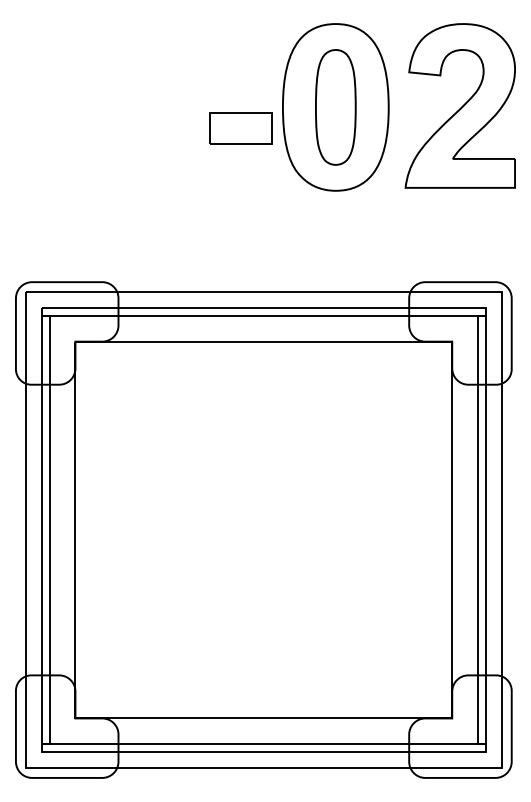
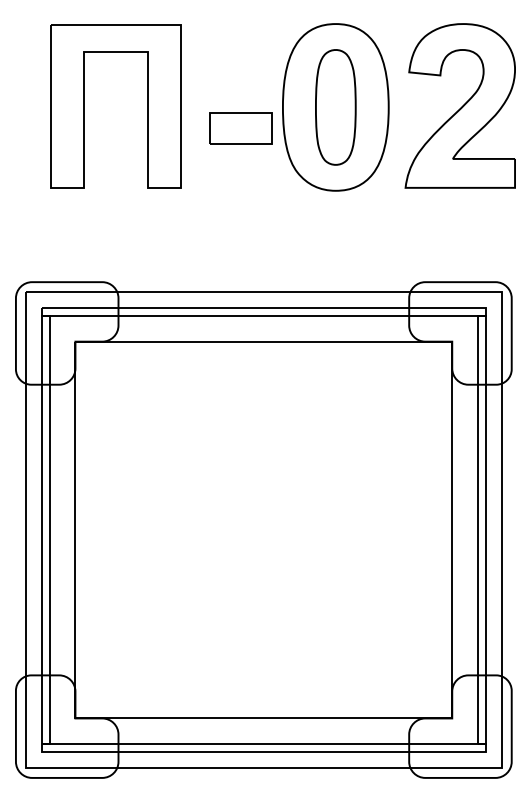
part at (84, 106): none -> present
